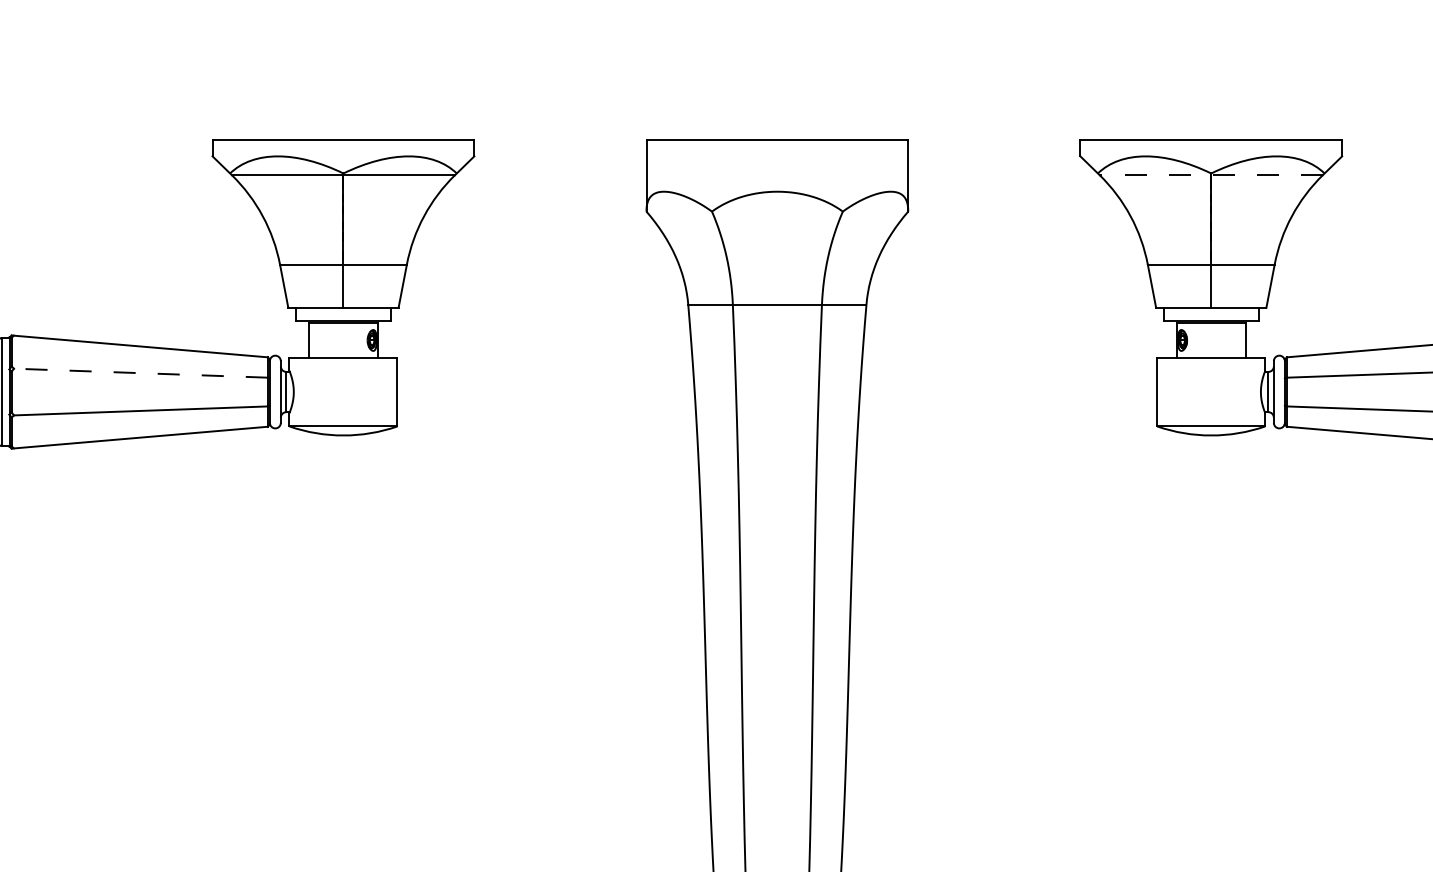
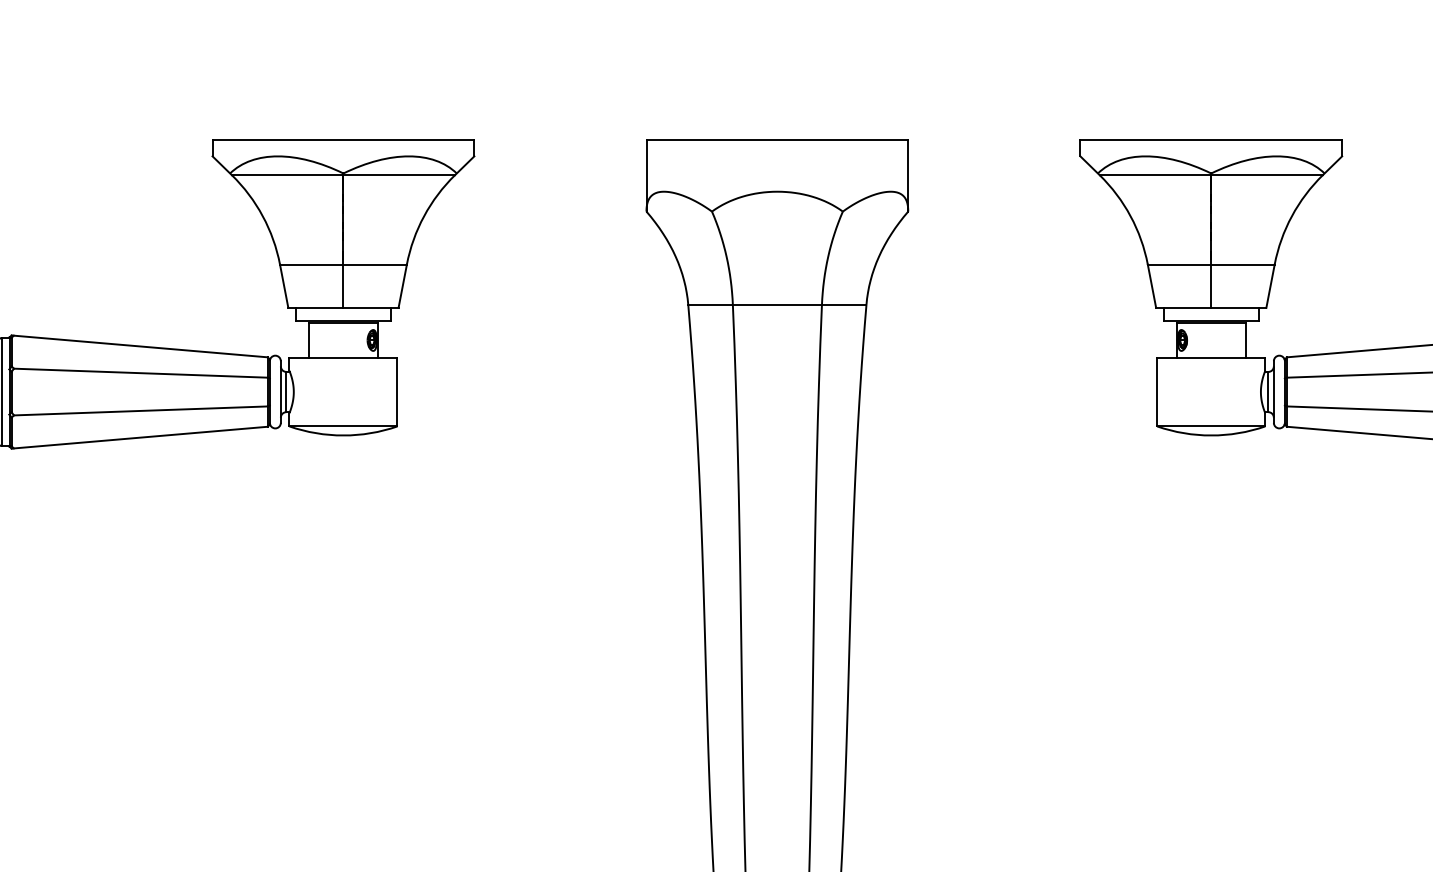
line at (1211, 175): dashed -> solid
line at (140, 373): dashed -> solid
